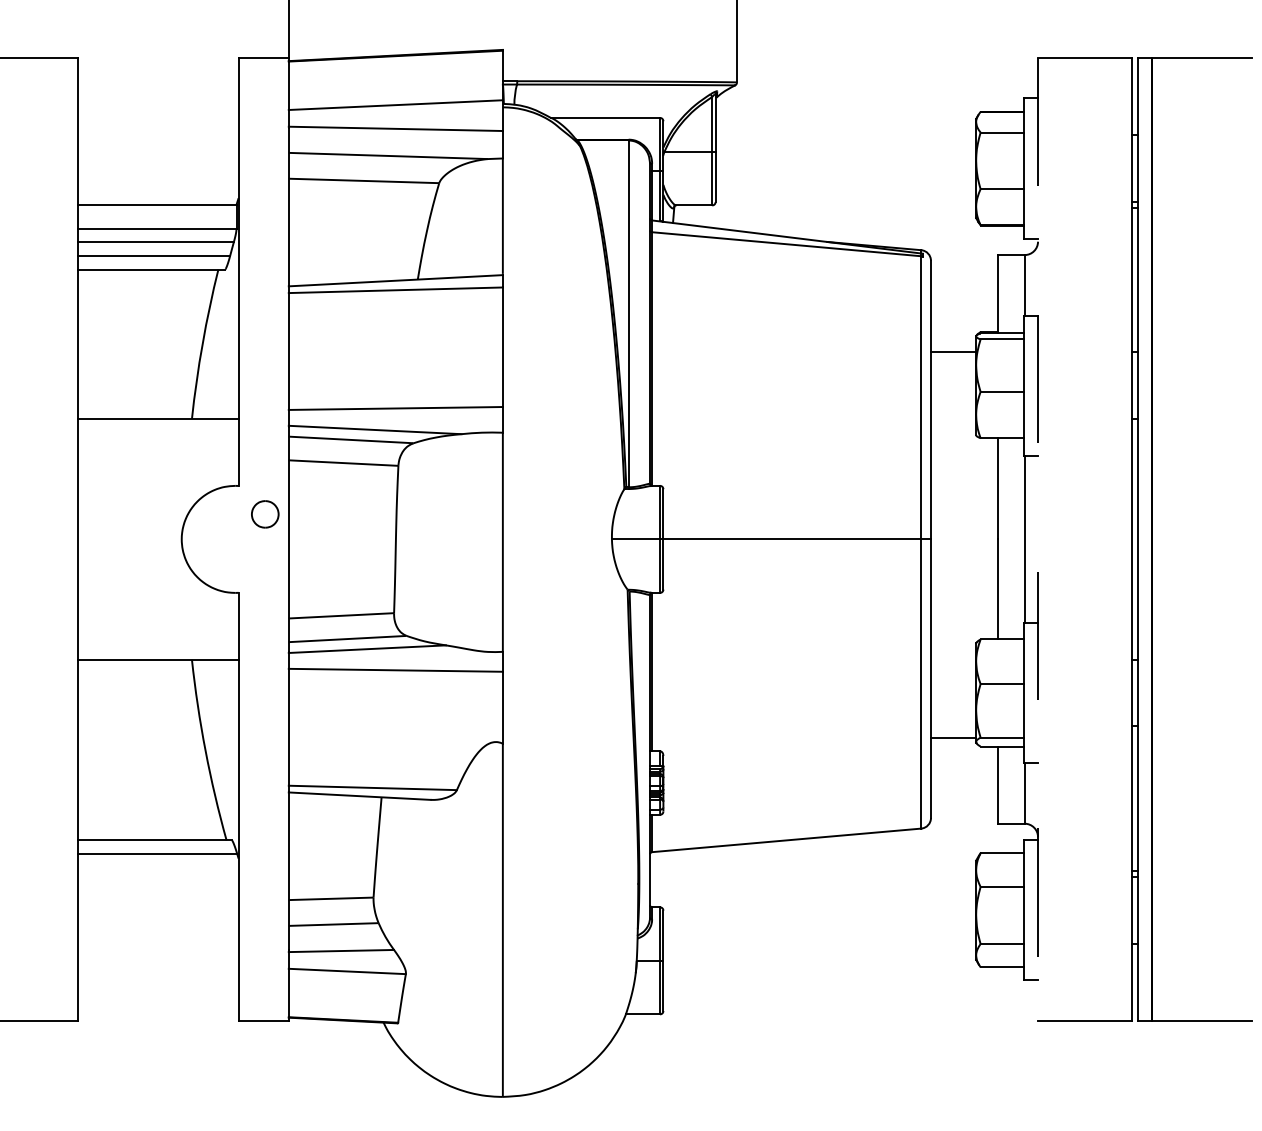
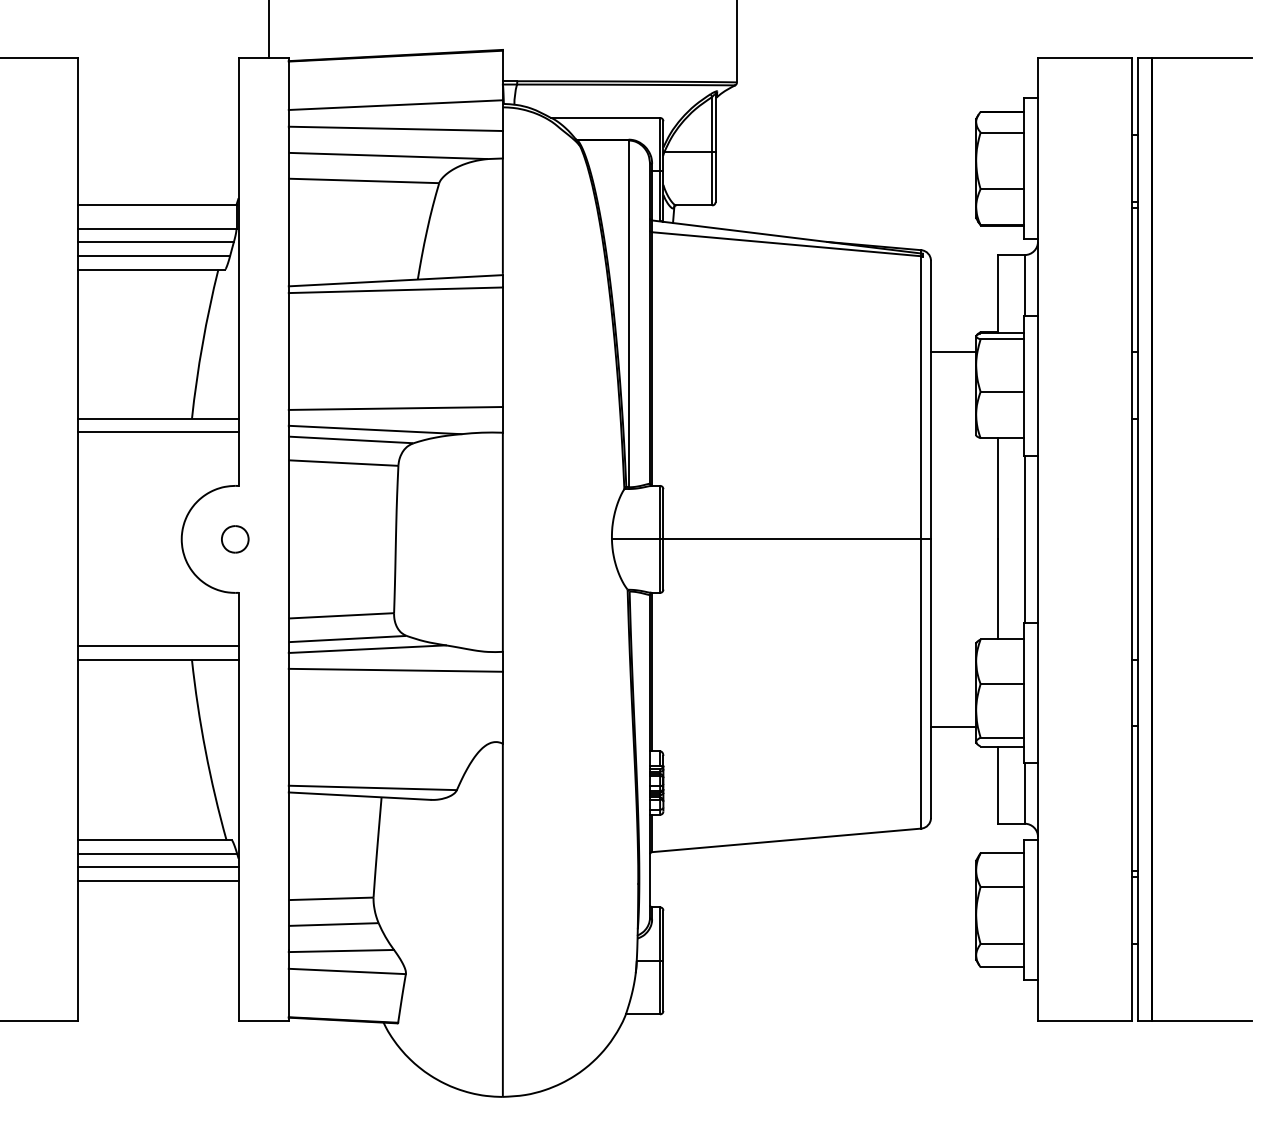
line at (288, 29) position: (288, 29) -> (268, 29)
line at (158, 432): none -> present
part at (265, 514) position: (265, 514) -> (235, 539)
line at (1038, 539): dashed -> solid
line at (158, 646): none -> present
line at (953, 737) position: (953, 737) -> (953, 726)
line at (158, 867): none -> present
line at (158, 880): none -> present
